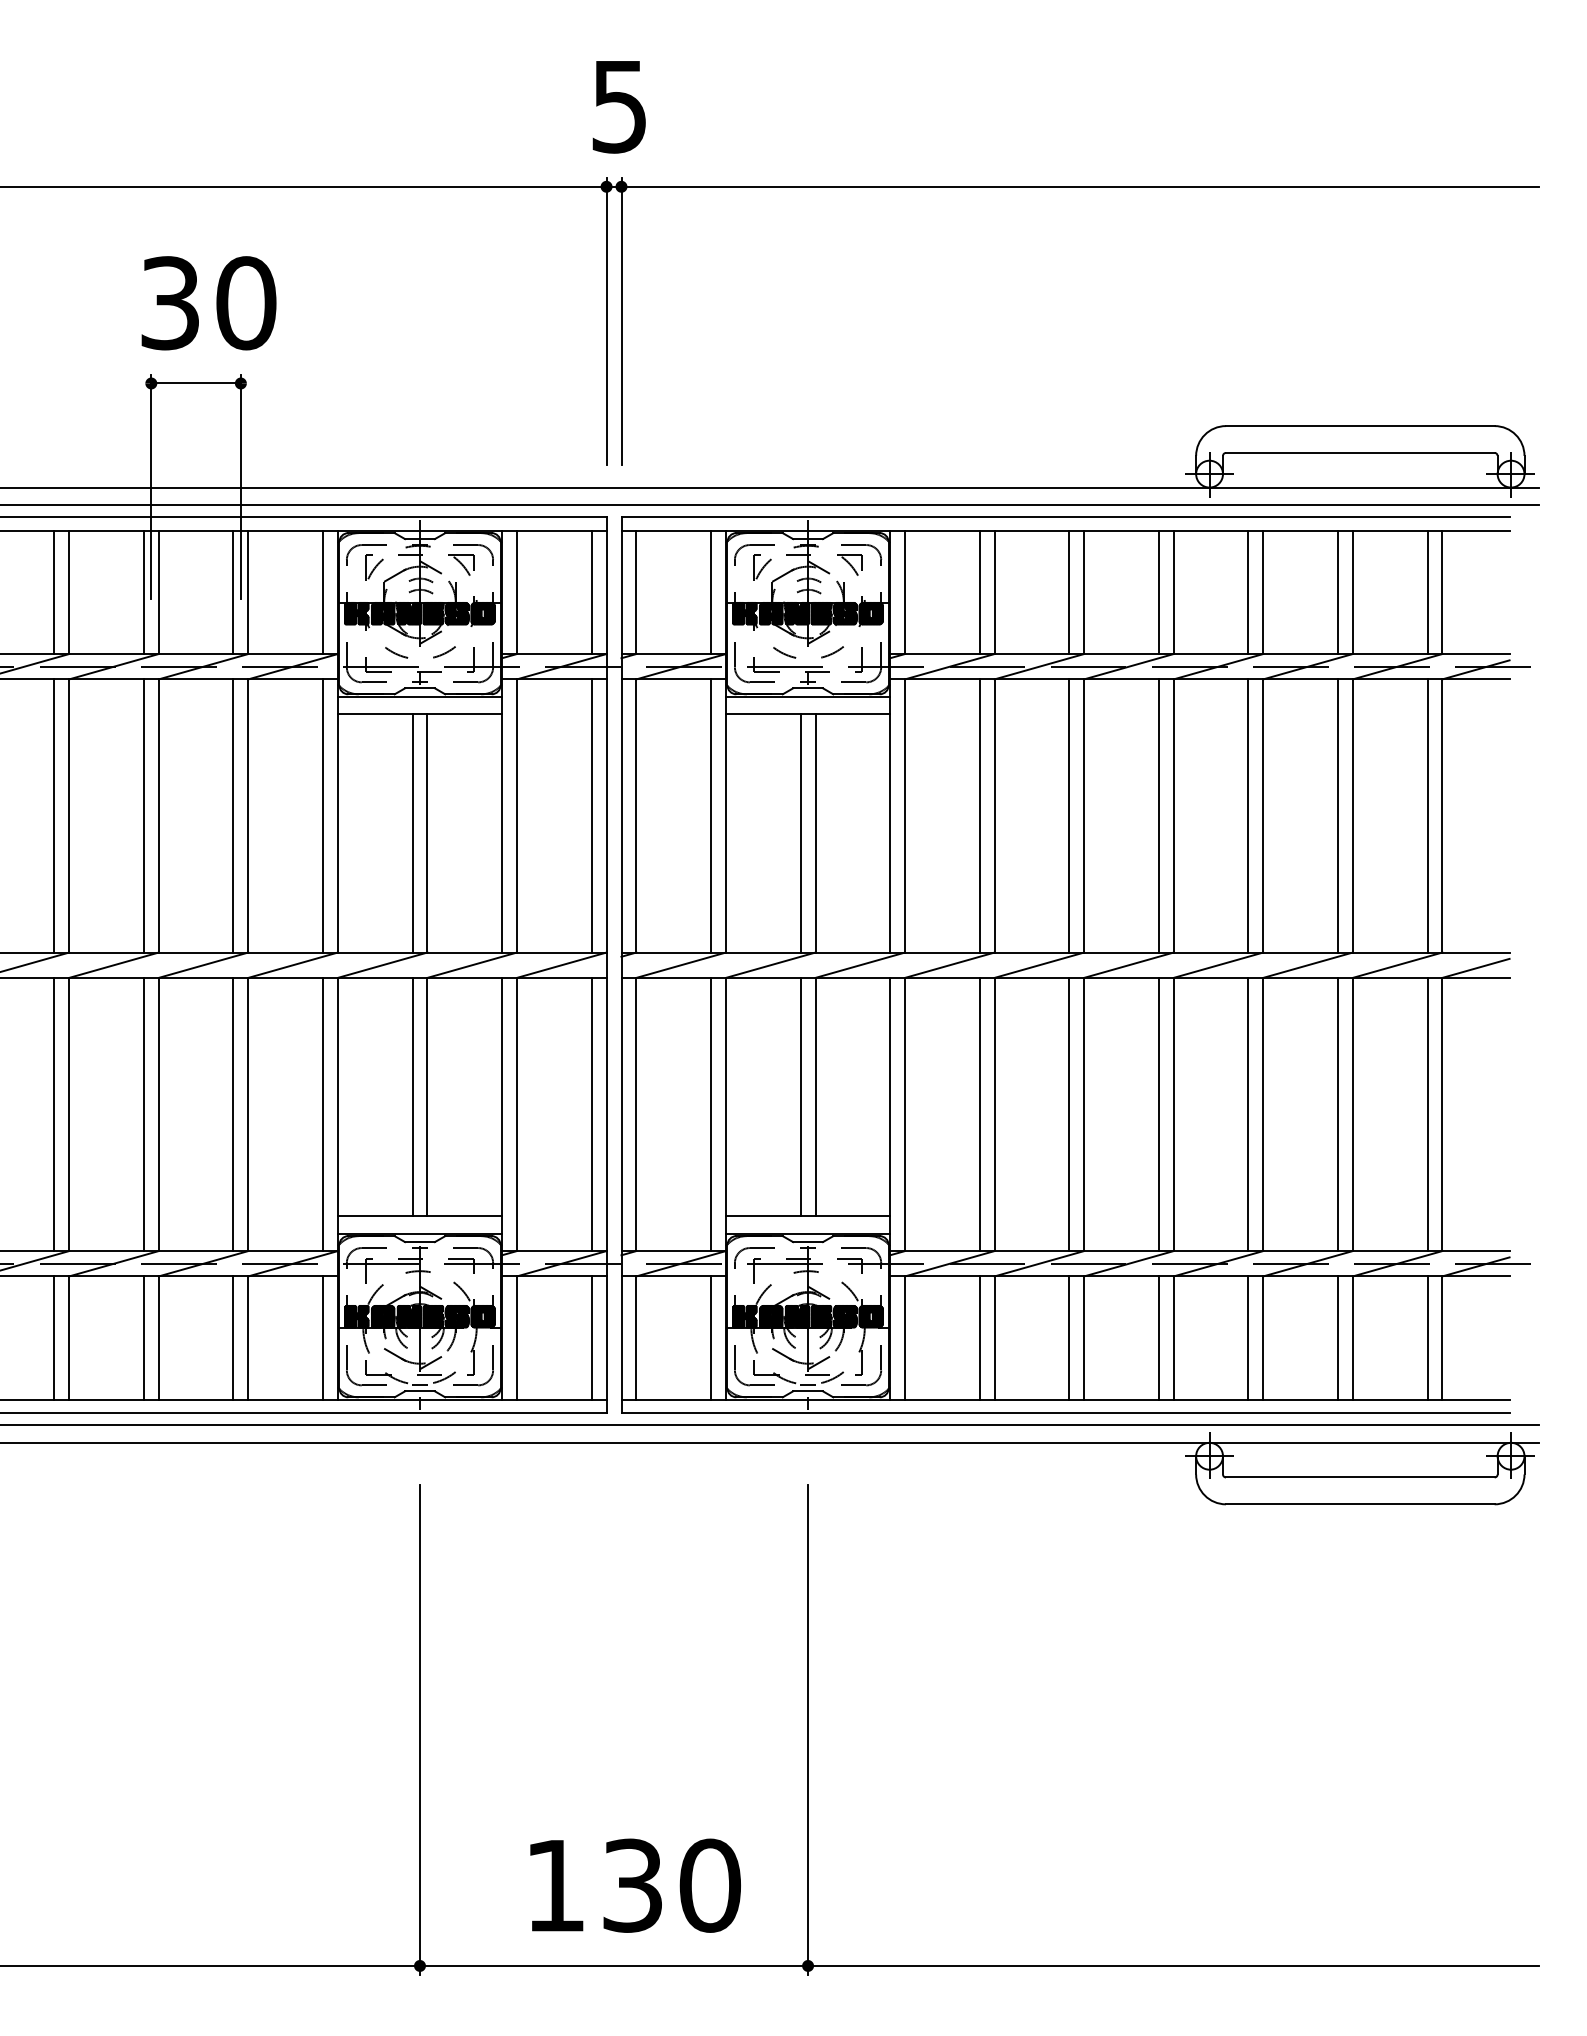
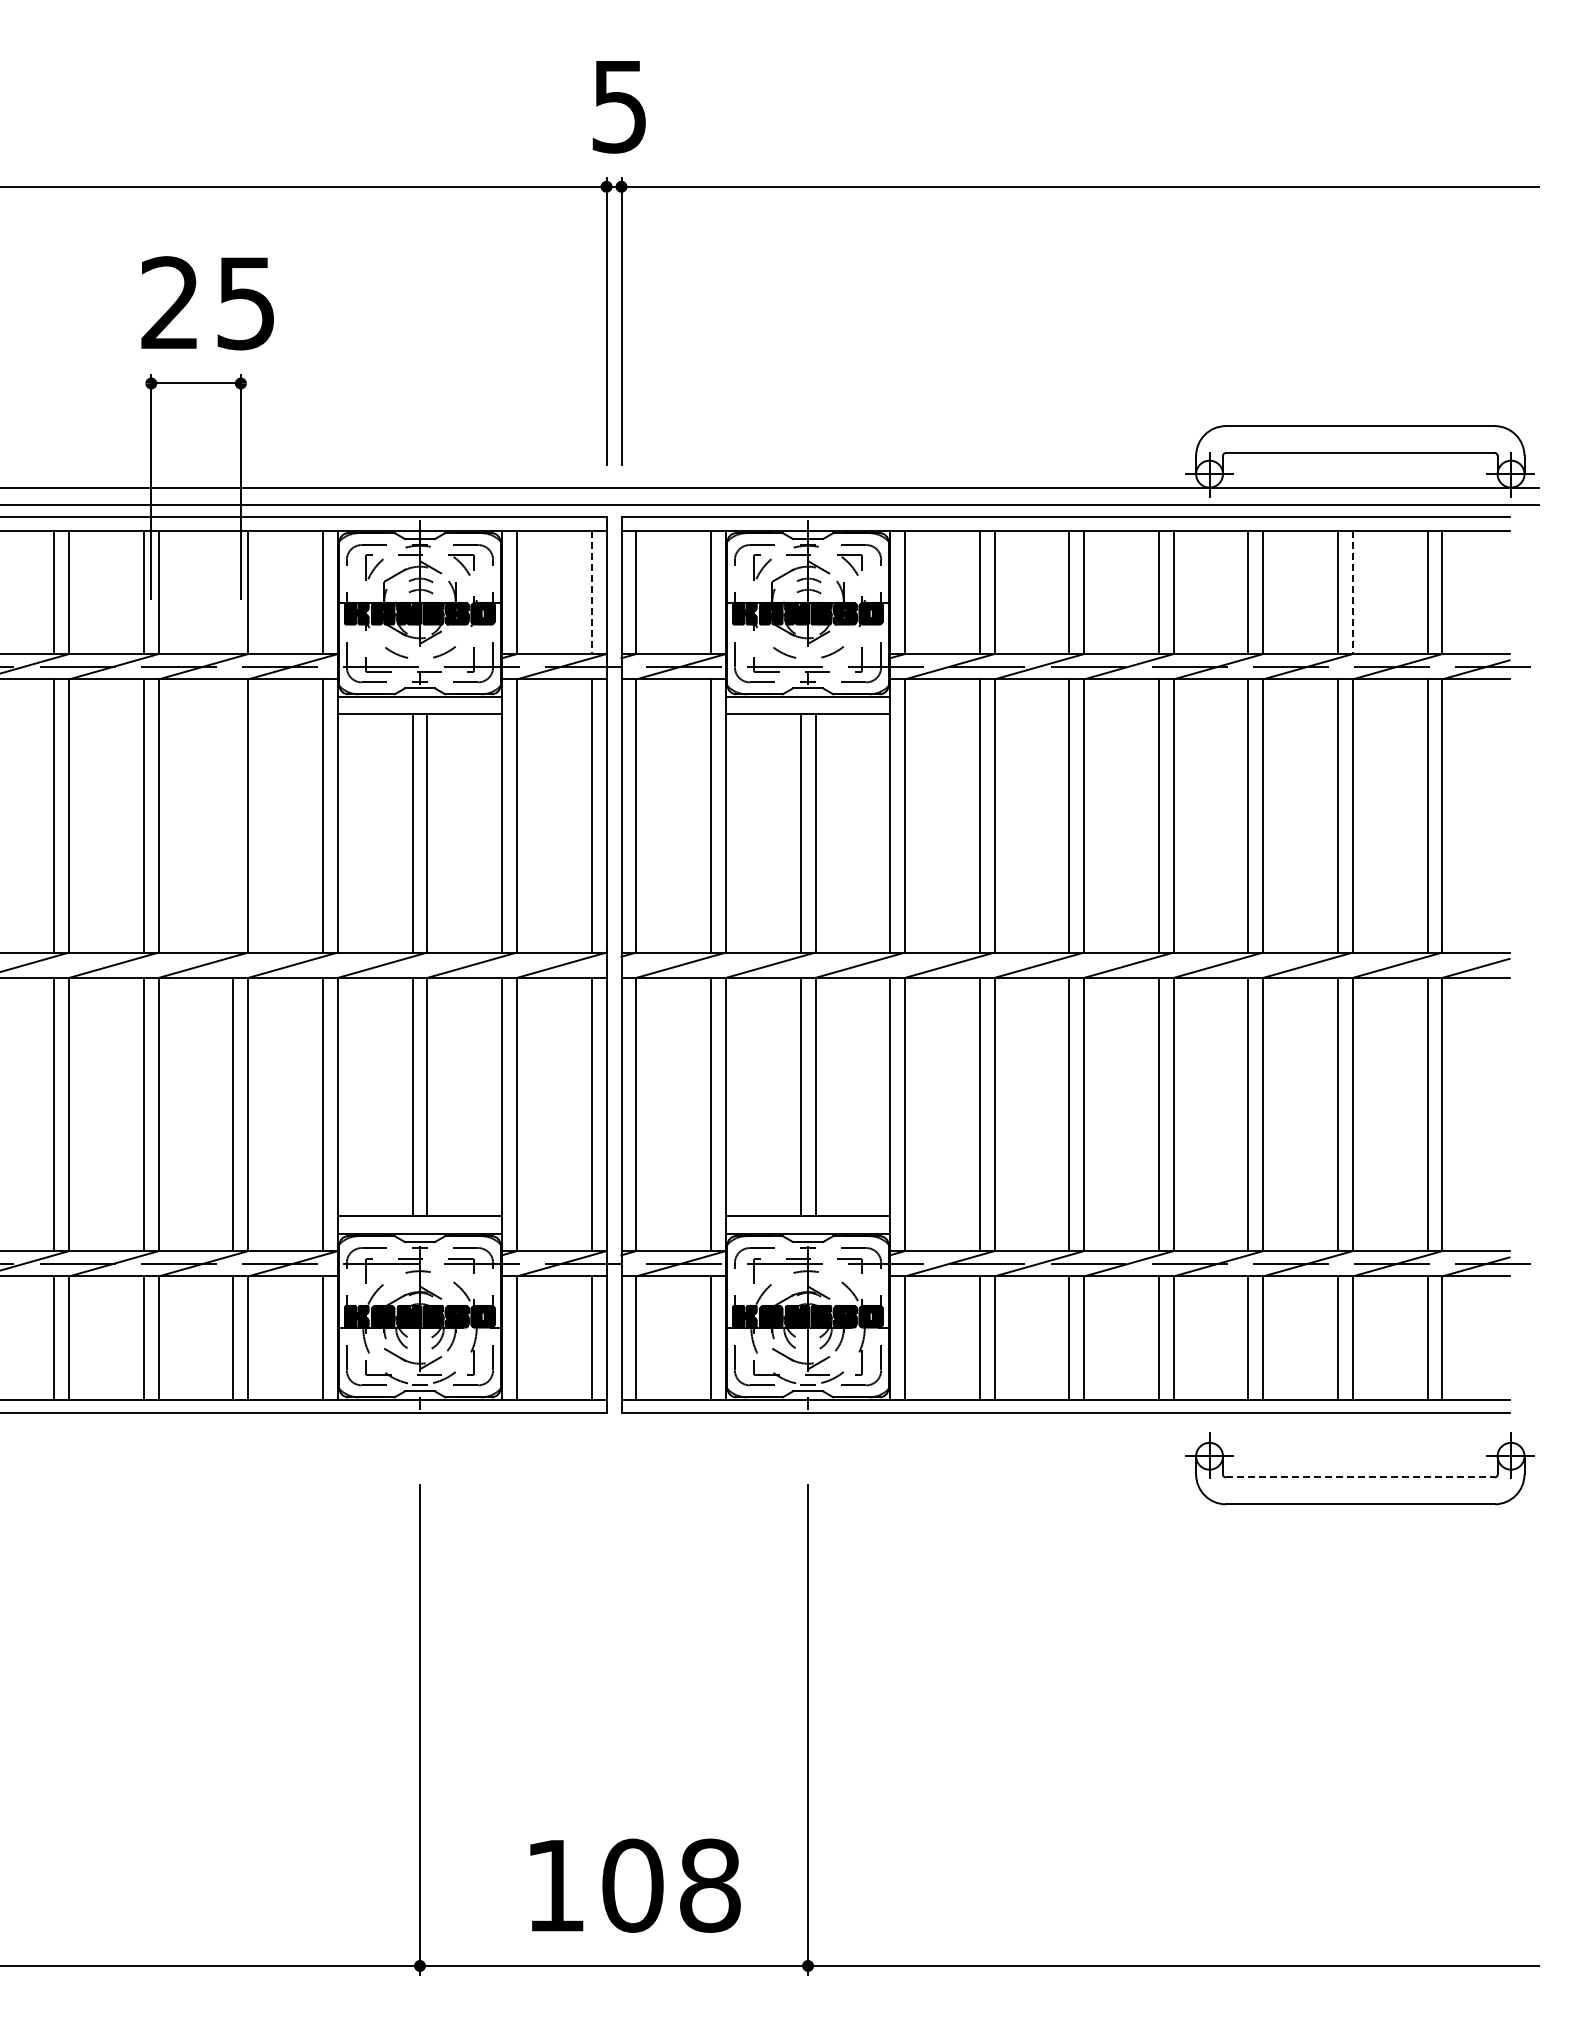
text at (208, 303): 30 -> 25
line at (233, 592): present -> none
line at (591, 592): solid -> dashed
line at (1352, 592): solid -> dashed
line at (233, 815): present -> none
line at (770, 1424): present -> none
line at (770, 1442): present -> none
line at (1360, 1477): solid -> dashed
text at (671, 1885): 130 -> 108
